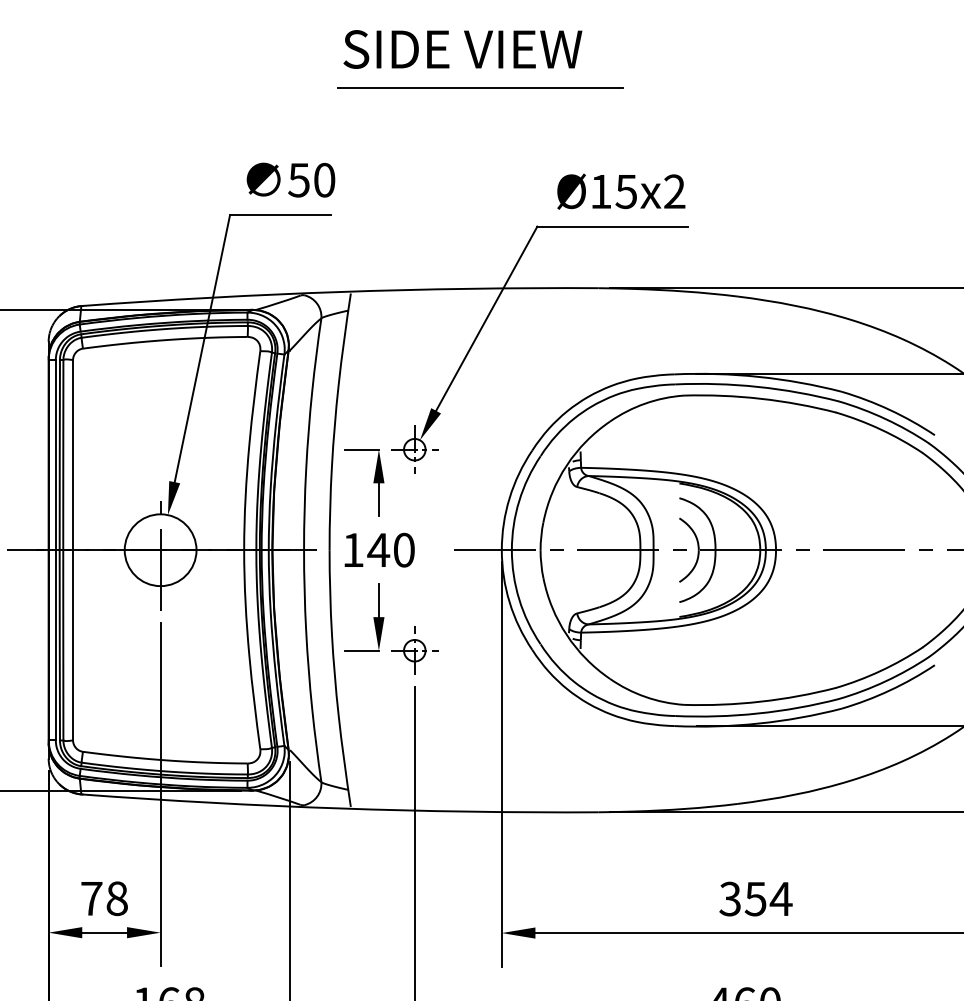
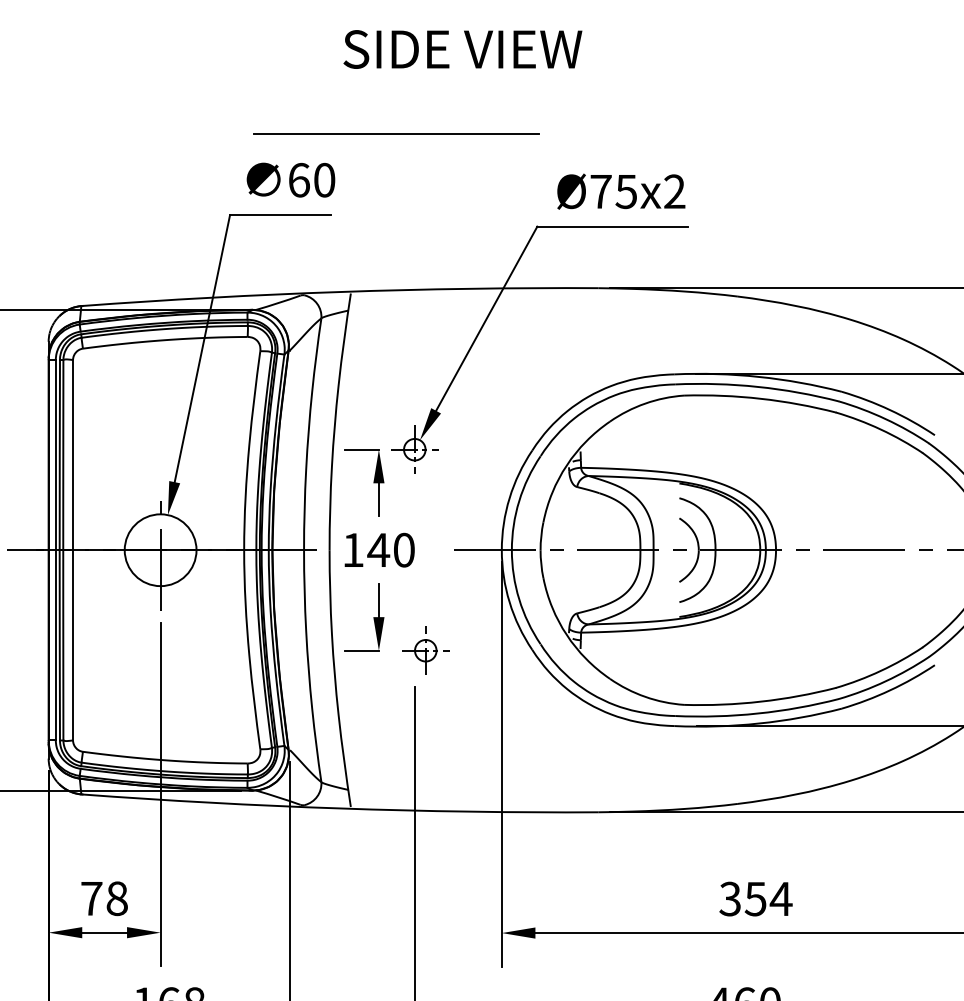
line at (480, 87) position: (480, 87) -> (396, 133)
text at (298, 179): 50 -> 60
text at (600, 191): Ø15x2 -> Ø75x2
part at (414, 650) position: (414, 650) -> (425, 650)
